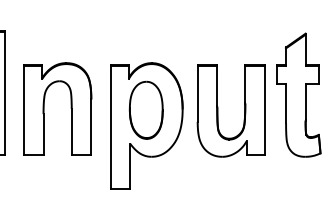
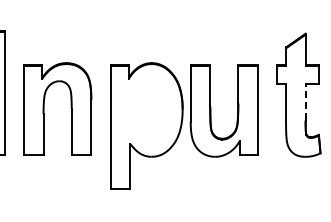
line at (305, 101): solid -> dashed
part at (145, 109): present -> none
part at (218, 110) position: (218, 110) -> (211, 110)
